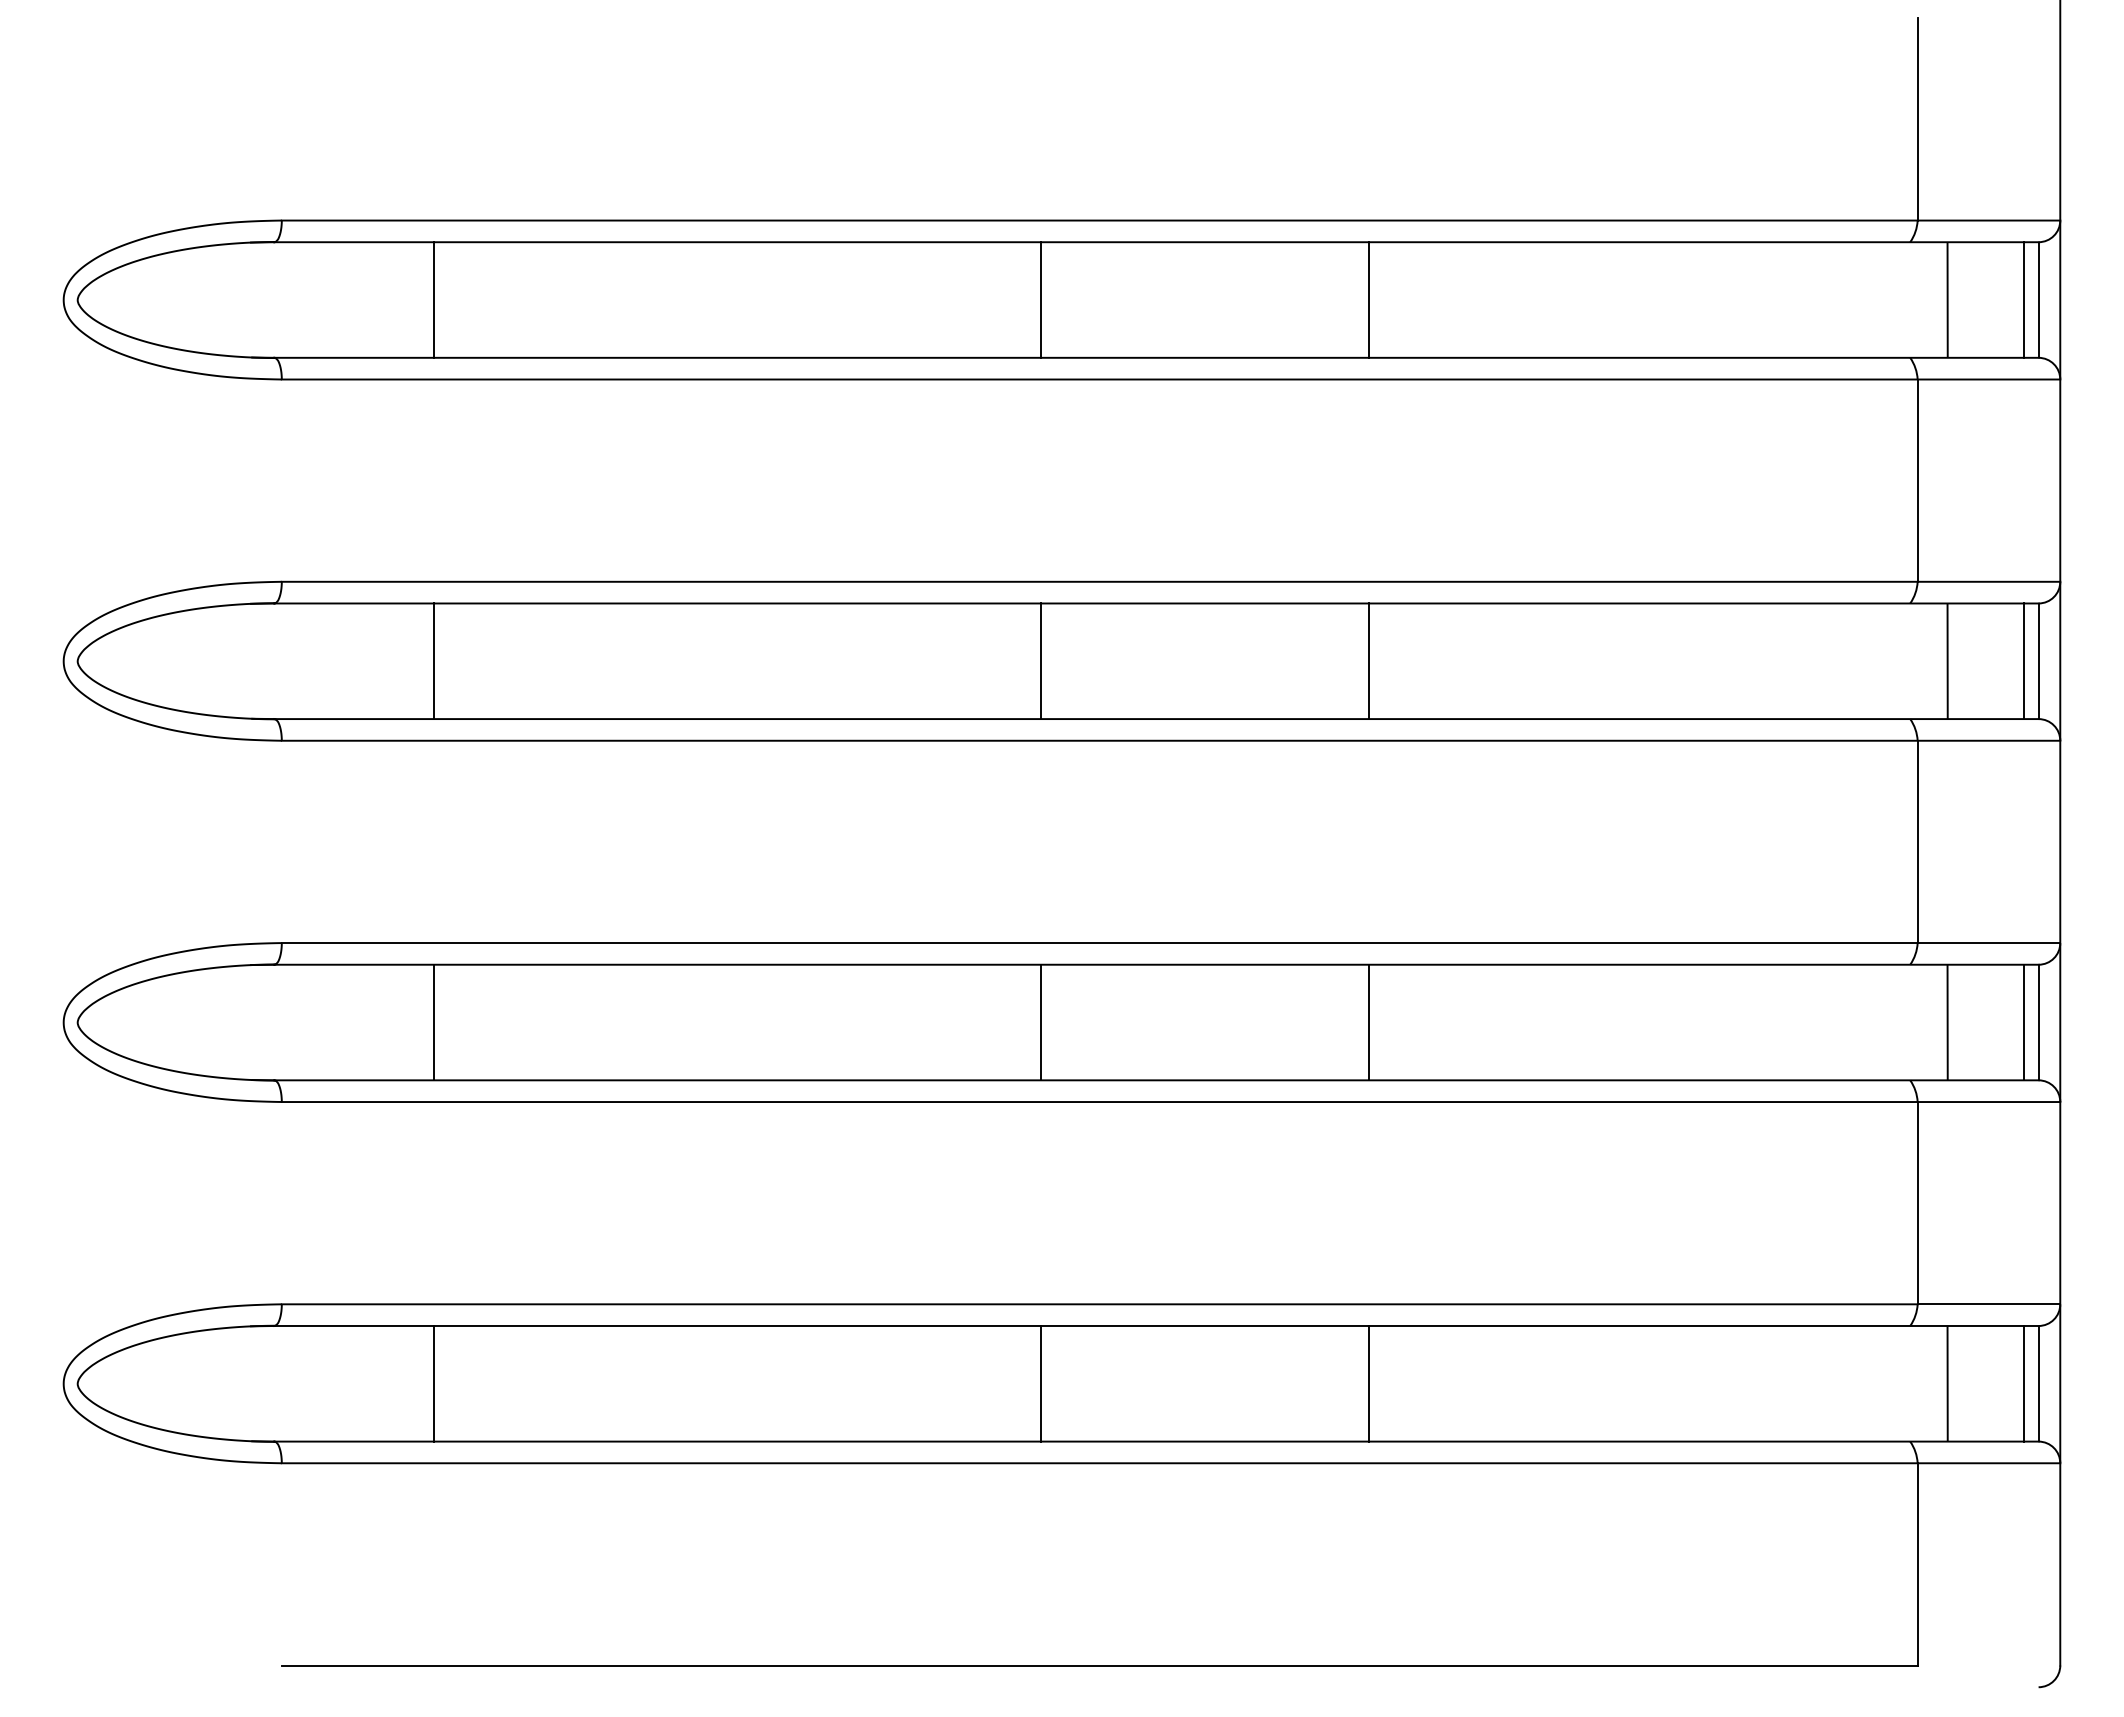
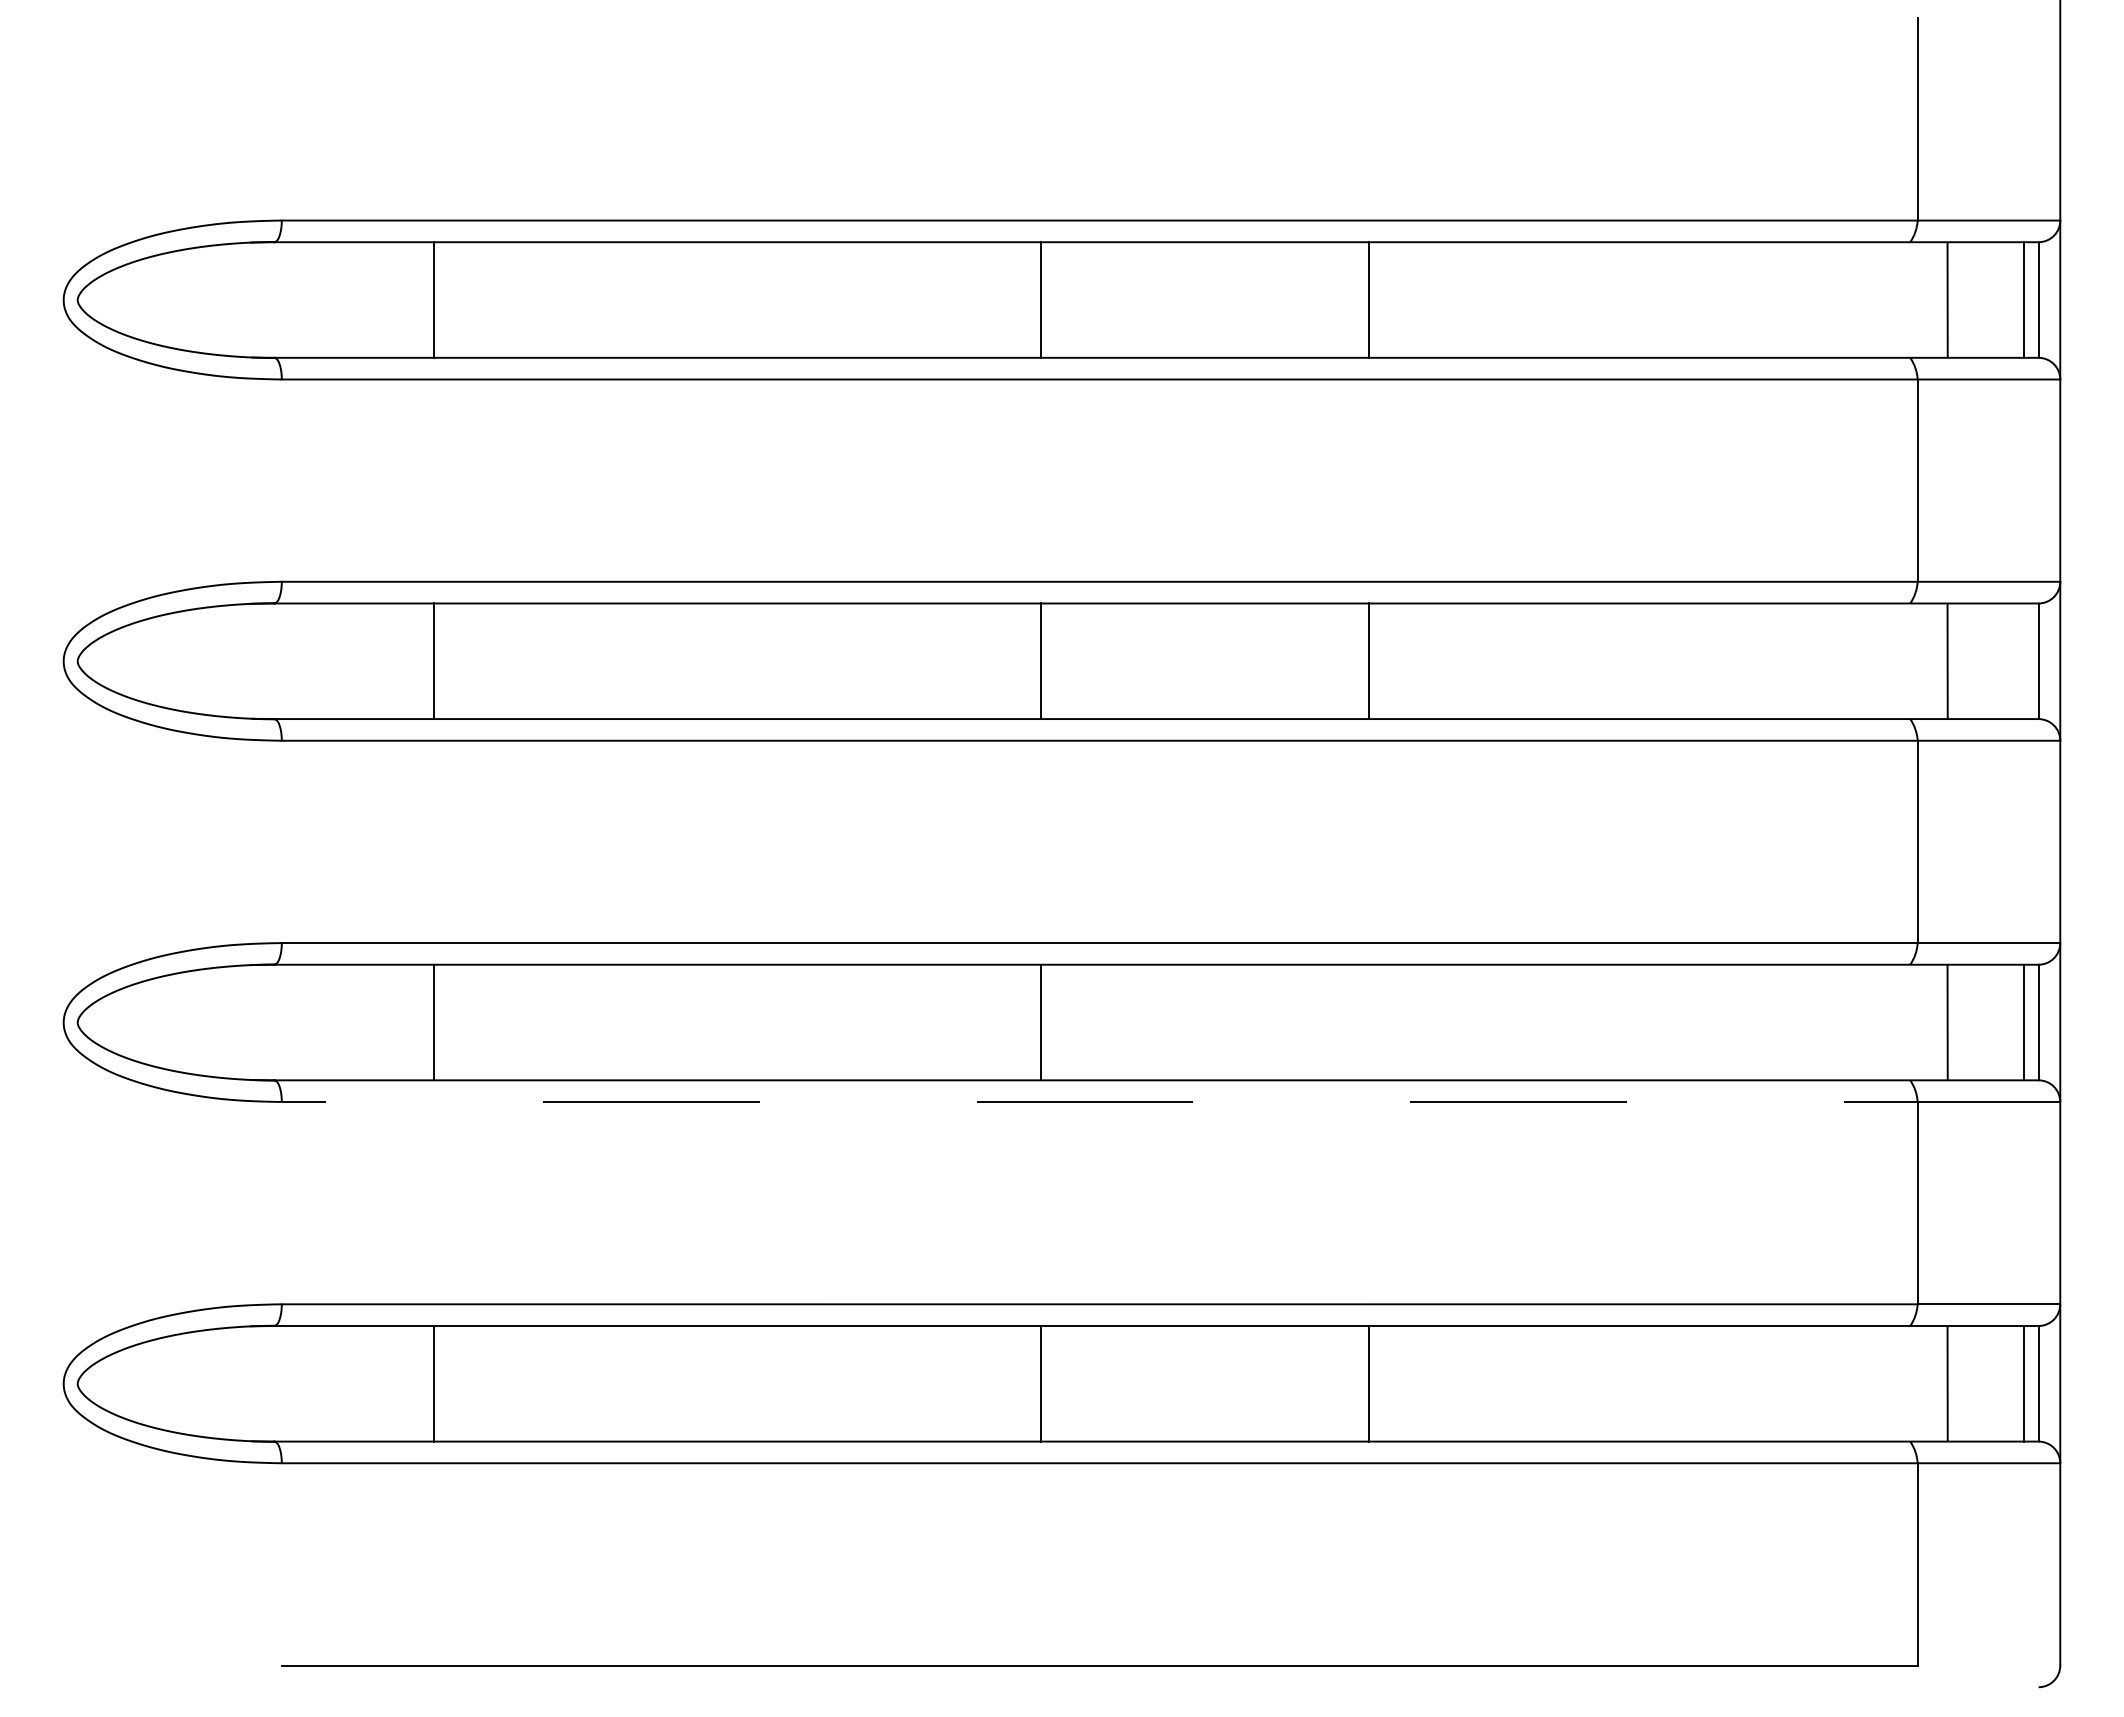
line at (2024, 661): present -> none
line at (1368, 1022): present -> none
line at (1170, 1102): solid -> dashed
